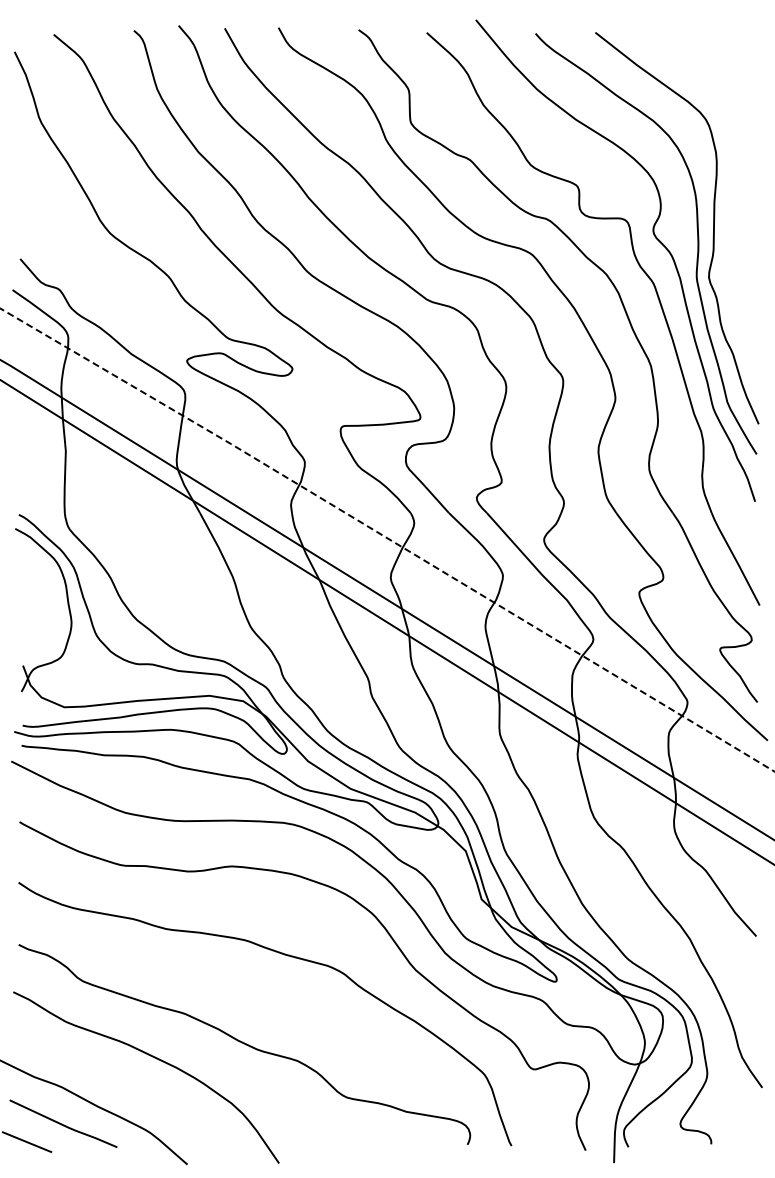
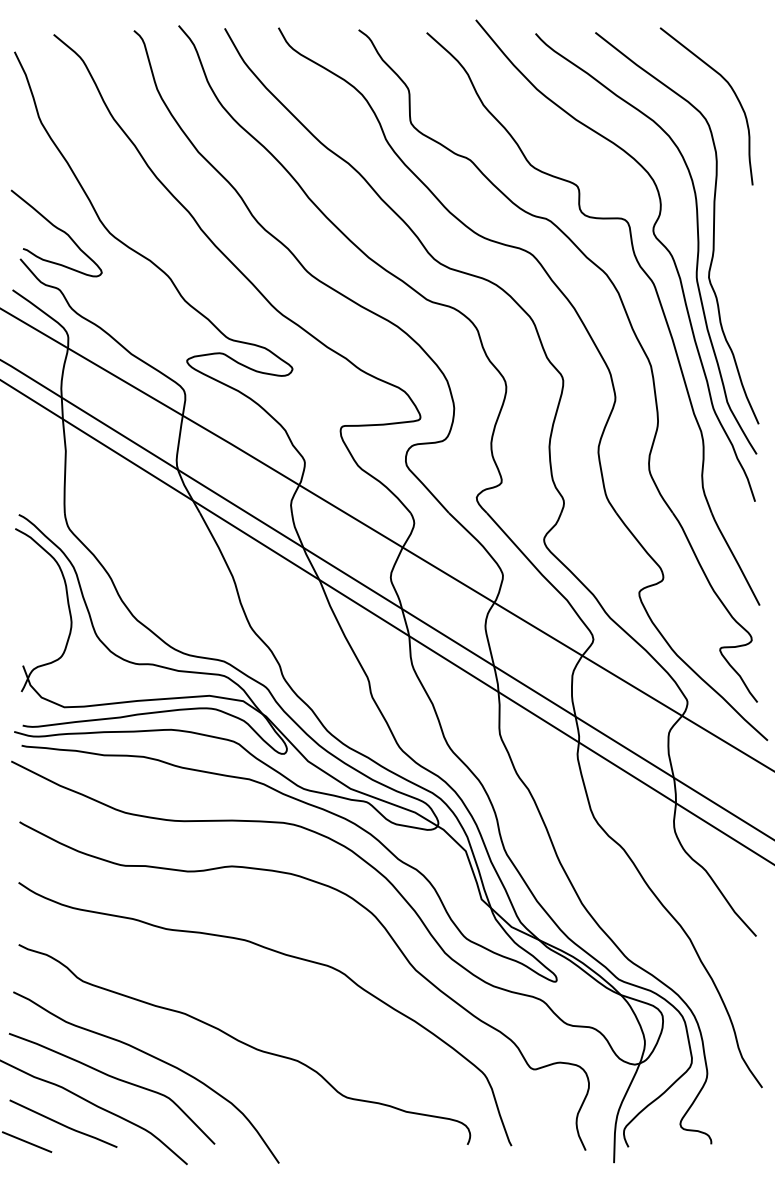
curve at (732, 91): none -> present
curve at (57, 229): none -> present
line at (387, 538): dashed -> solid
curve at (115, 1079): none -> present
